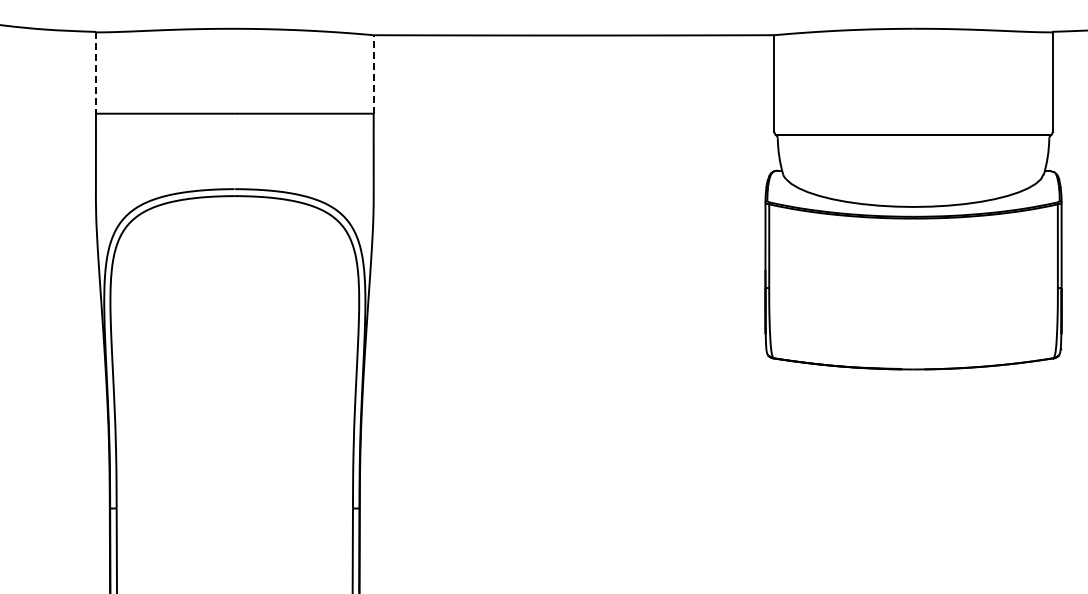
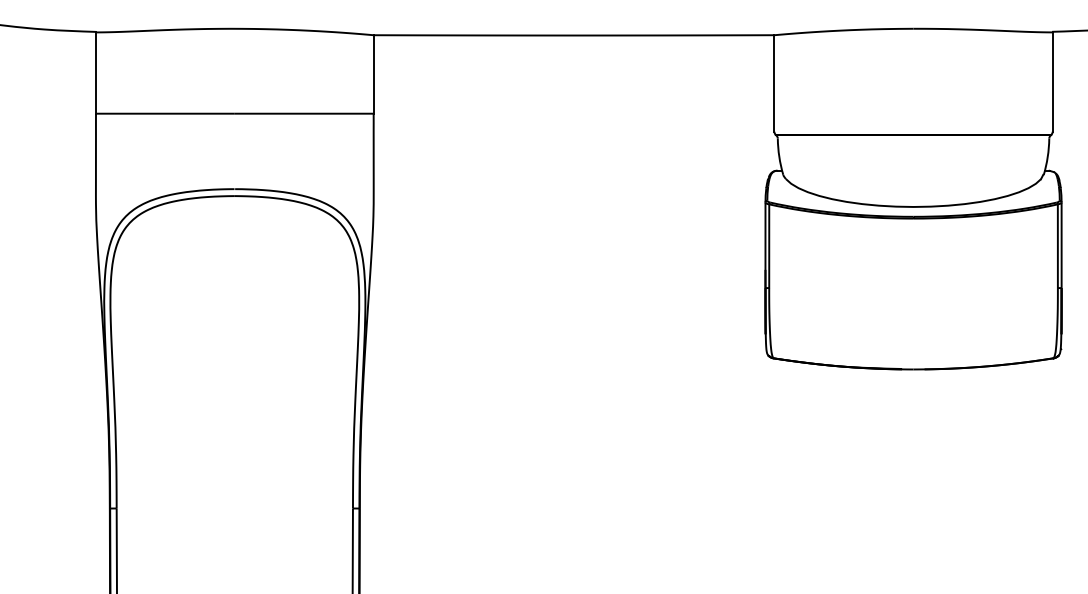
line at (96, 73): dashed -> solid
line at (373, 73): dashed -> solid
